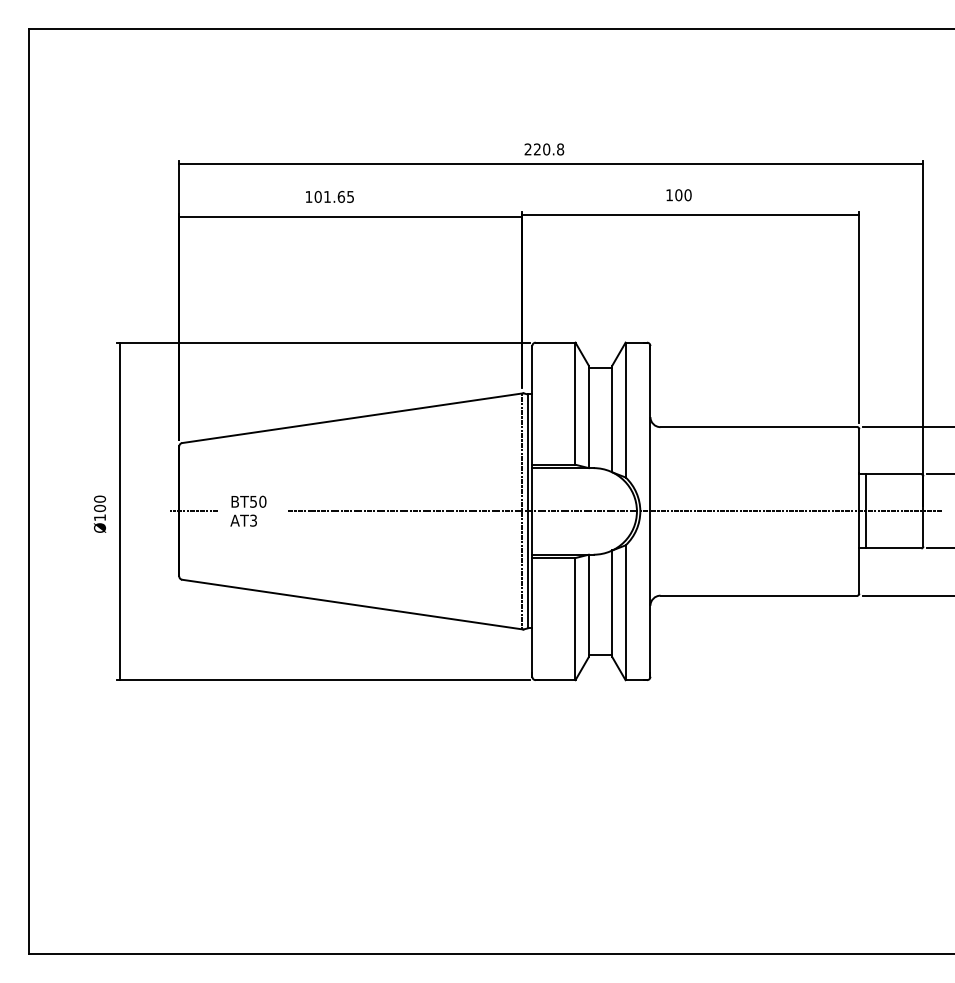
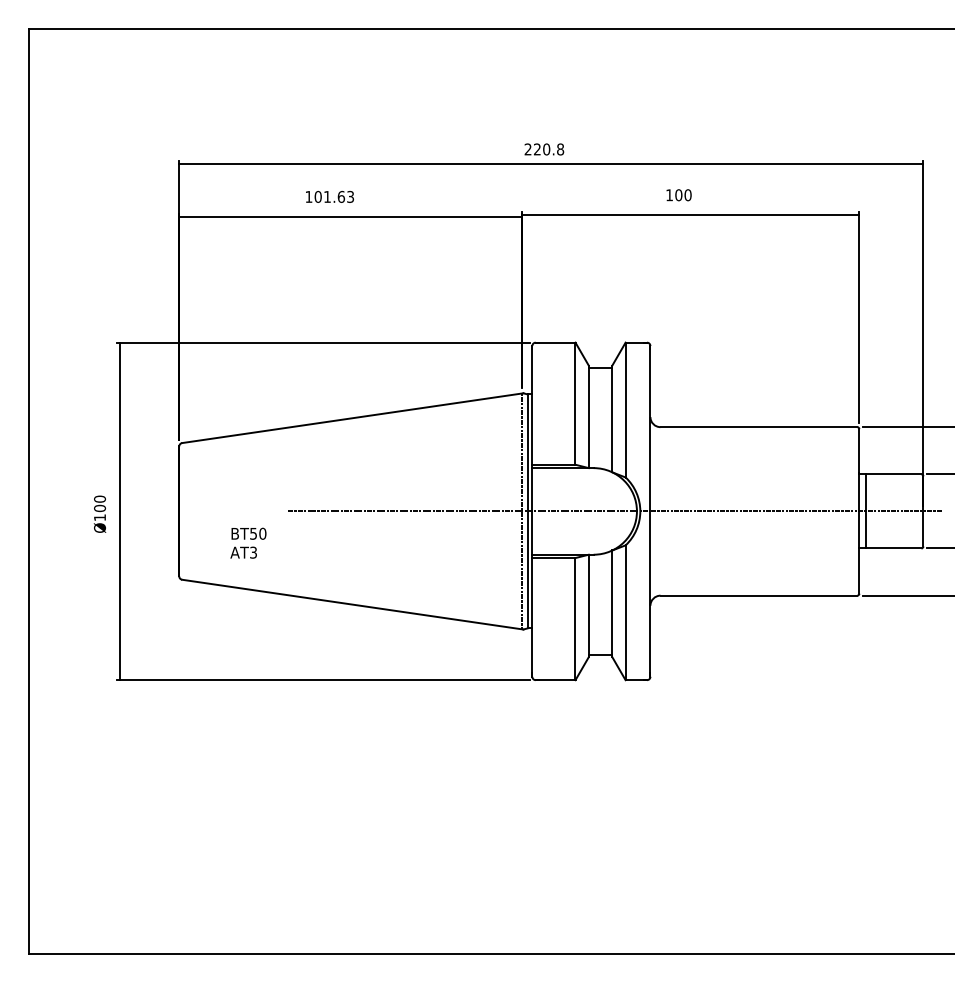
text at (350, 196): 101.65 -> 101.63
text at (248, 510) position: (248, 510) -> (248, 542)
line at (193, 511): present -> none
